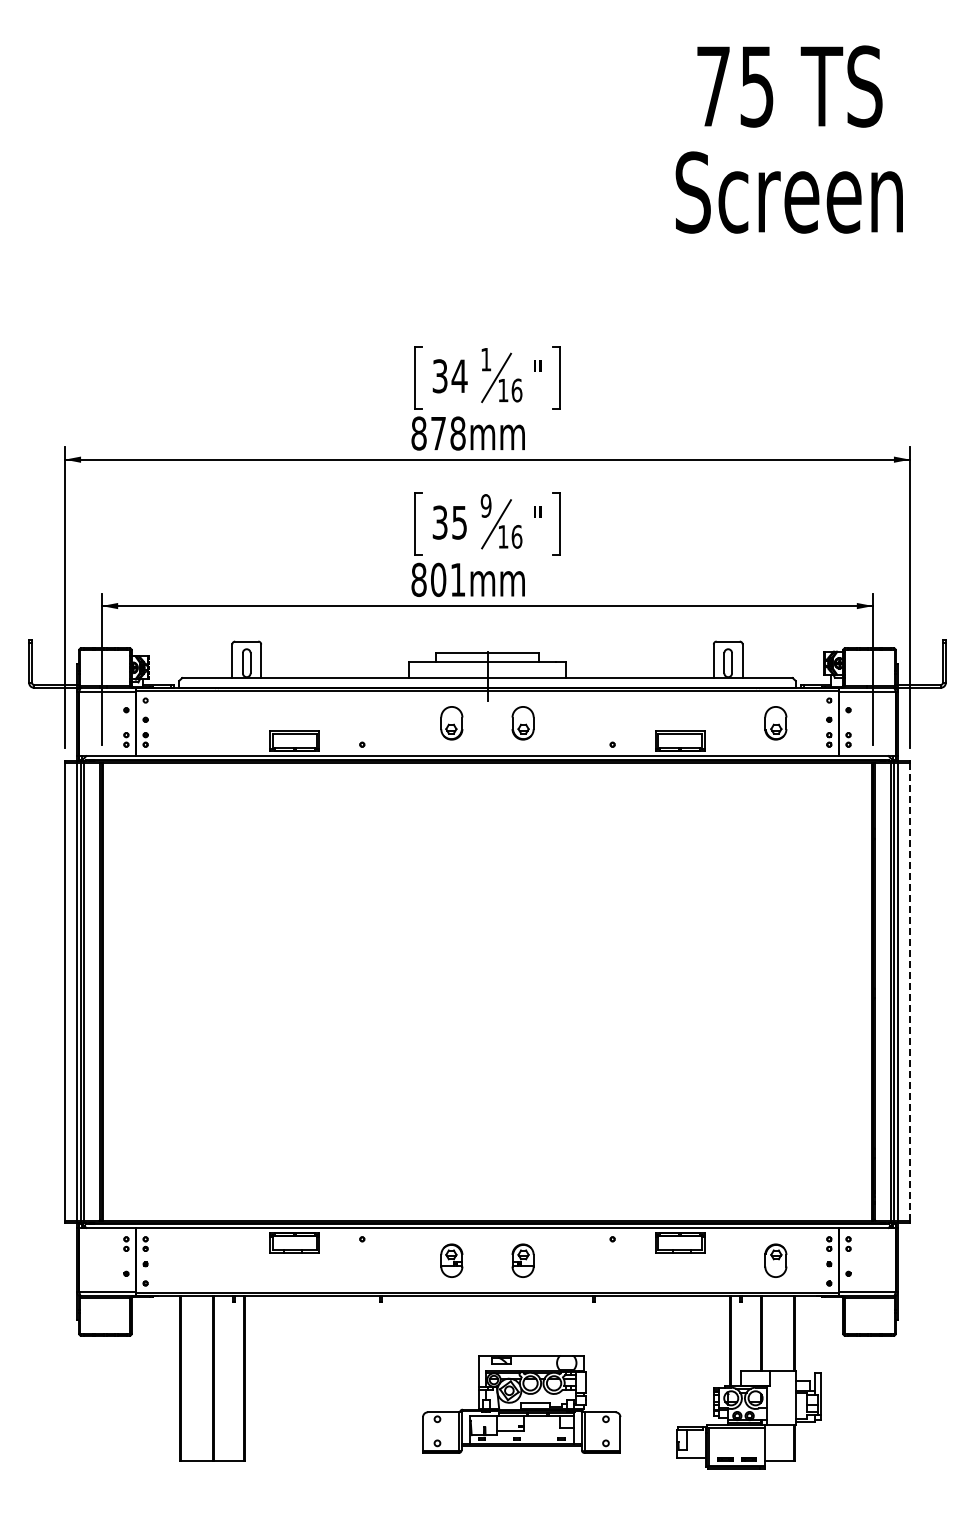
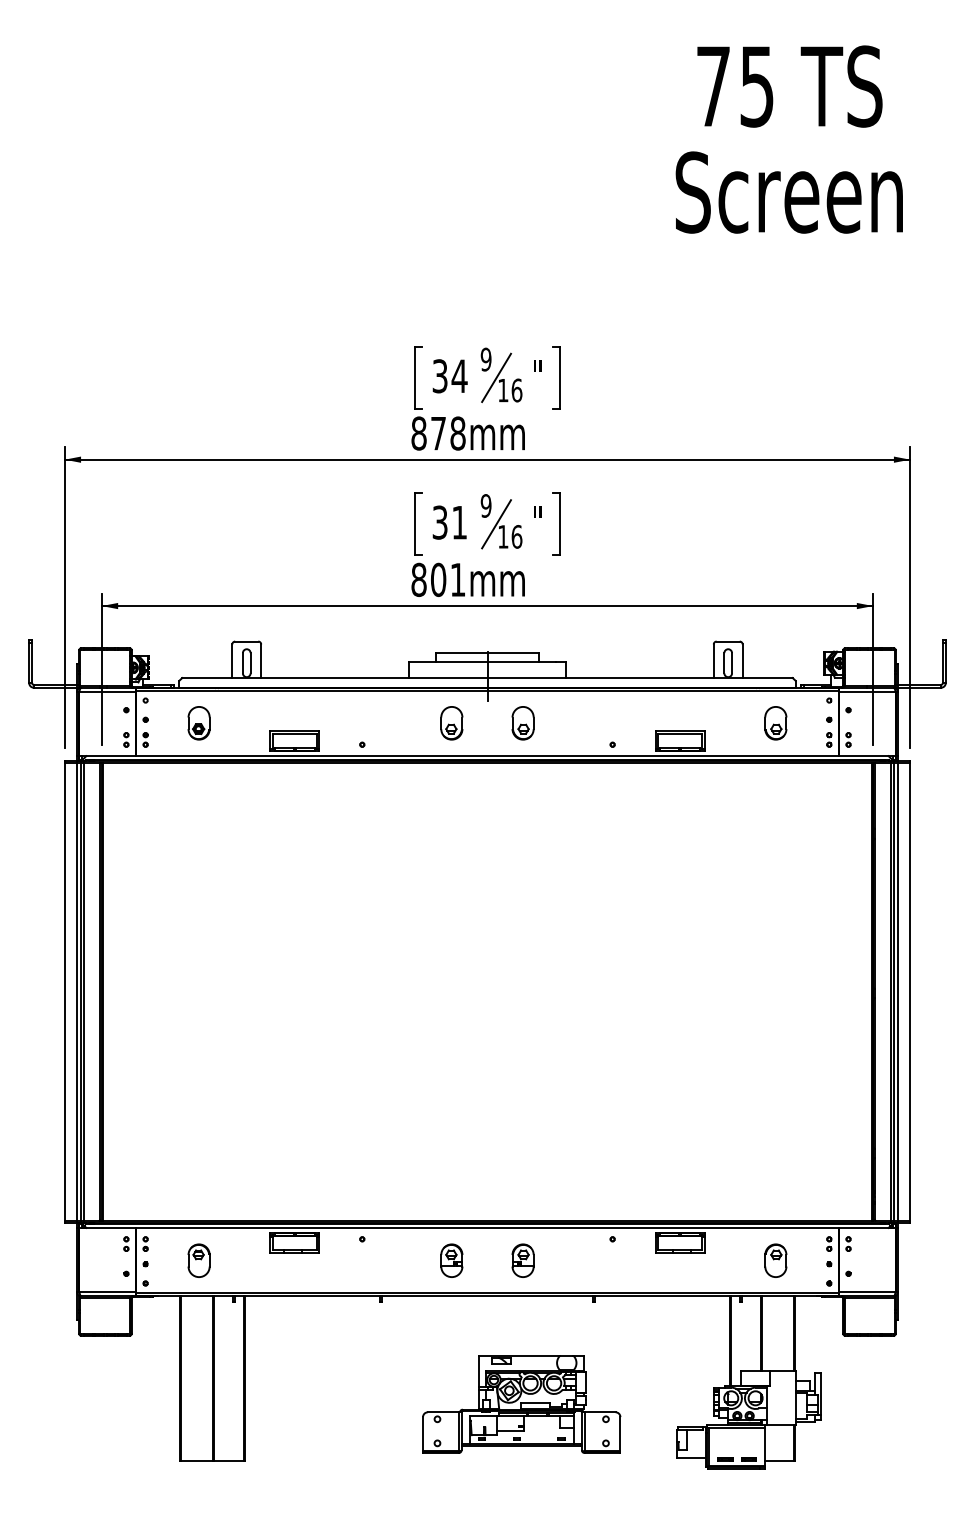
text at (485, 359): 1 -> 9
text at (459, 522): 35 -> 31
part at (198, 723): none -> present
line at (910, 992): dashed -> solid
part at (198, 1260): none -> present
